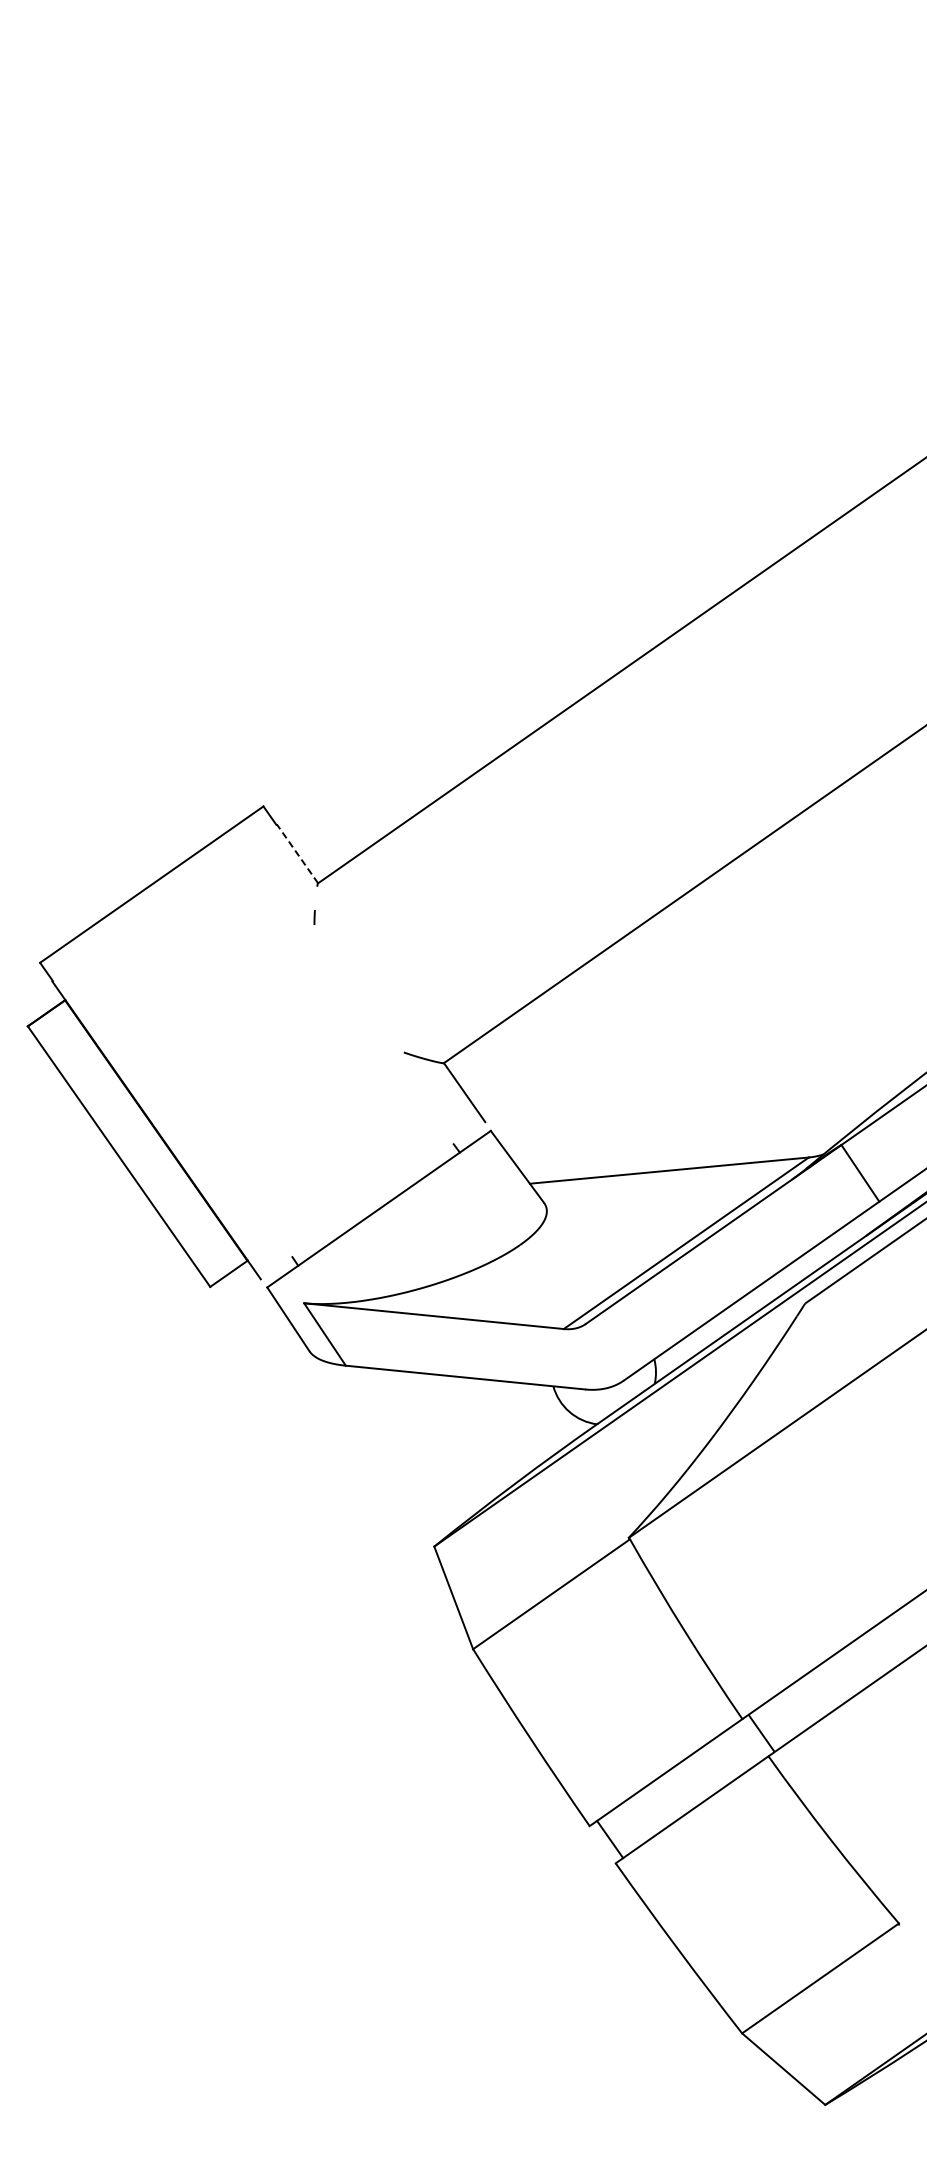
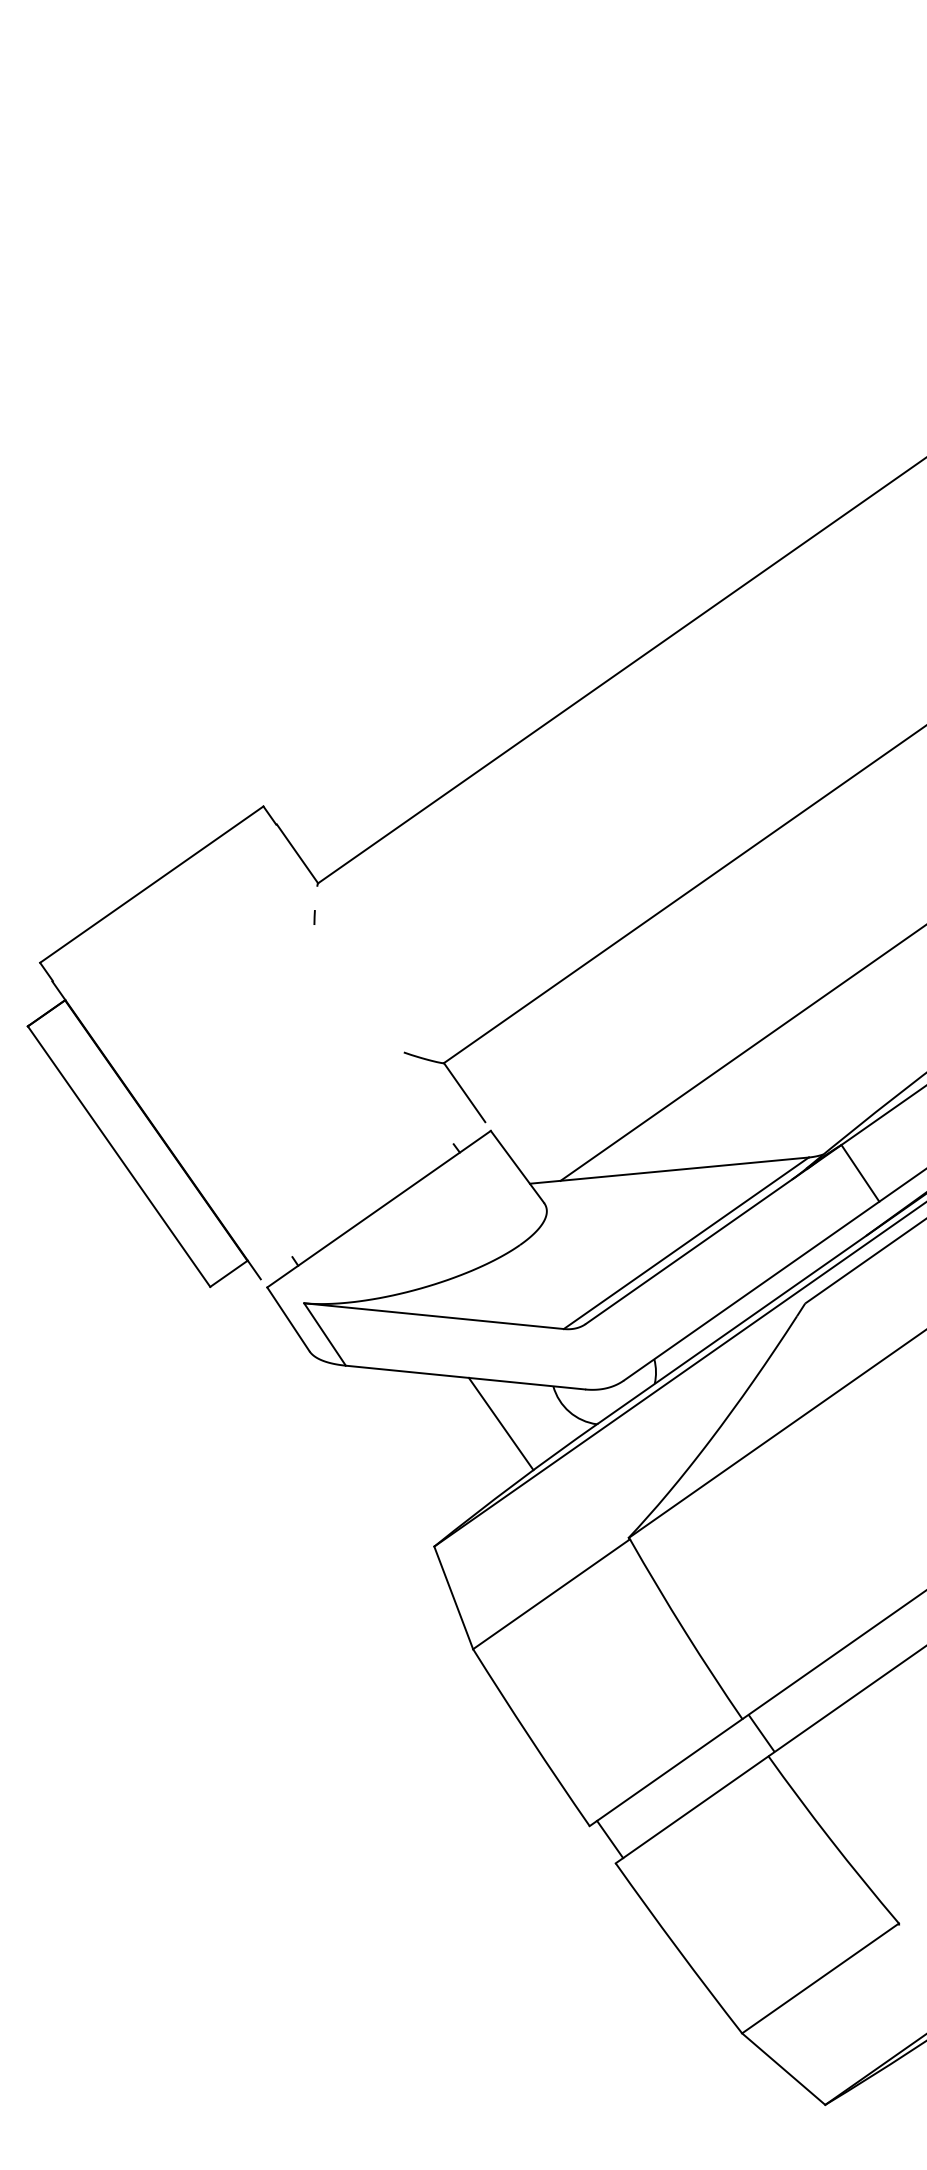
line at (297, 853): dashed -> solid
line at (741, 1053): none -> present
line at (500, 1423): none -> present
